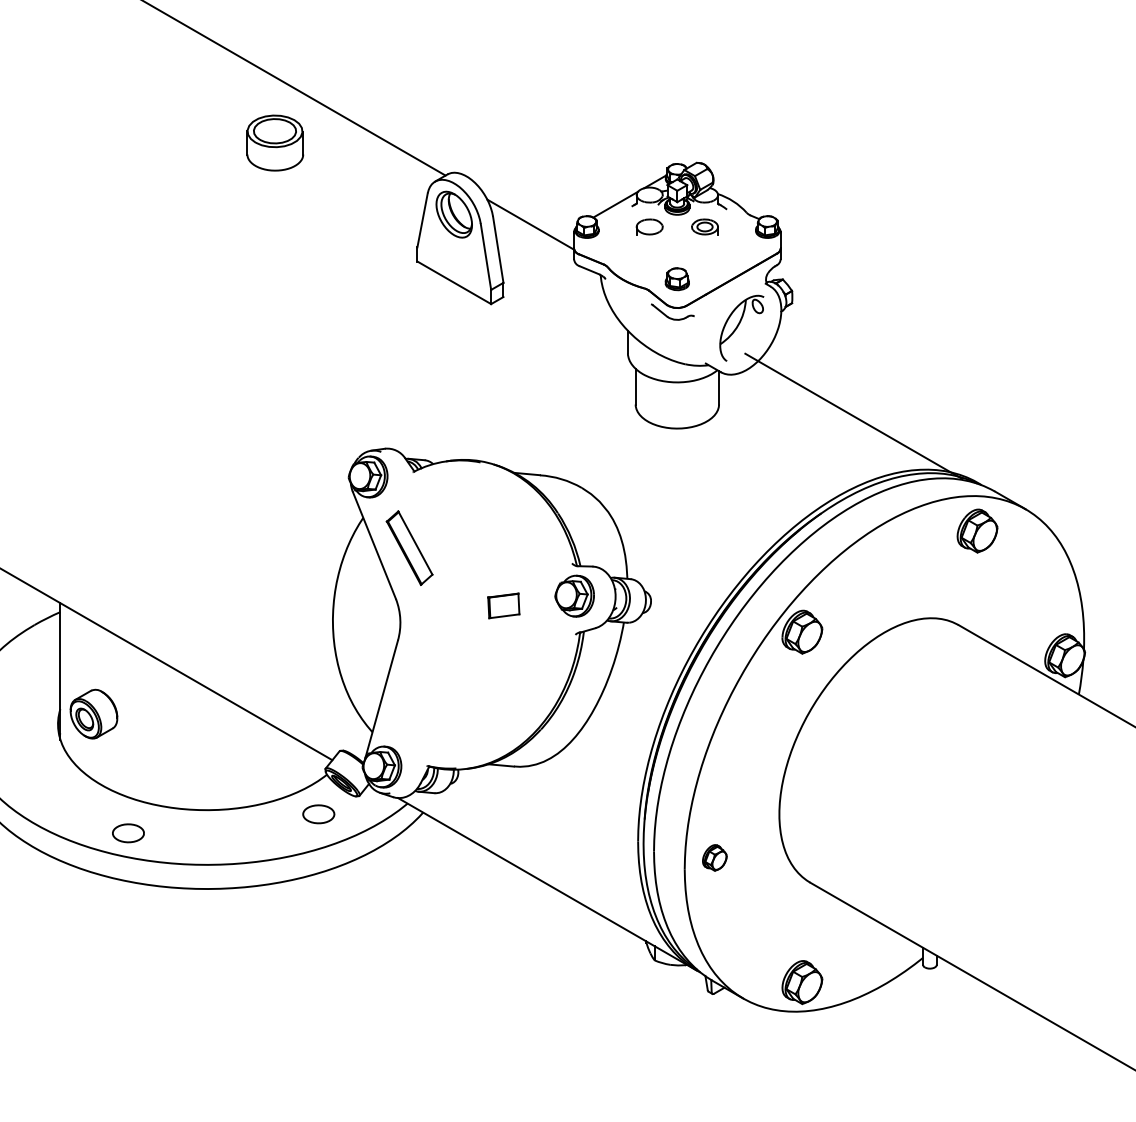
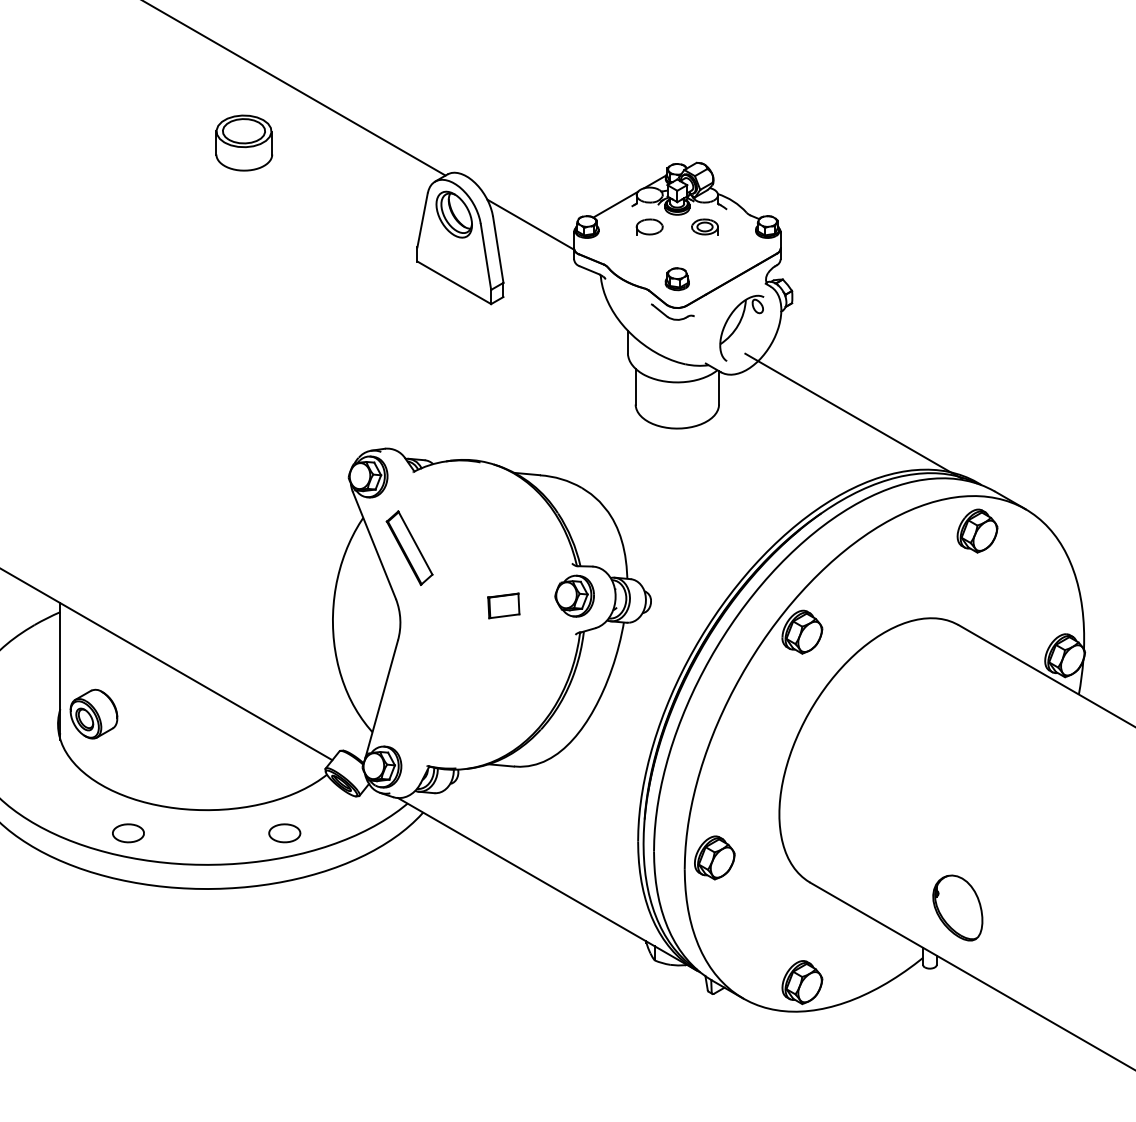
part at (275, 142) position: (275, 142) -> (244, 142)
part at (318, 814) position: (318, 814) -> (284, 833)
part at (714, 857) size: 26x28 px -> 42x46 px
part at (957, 907): none -> present
